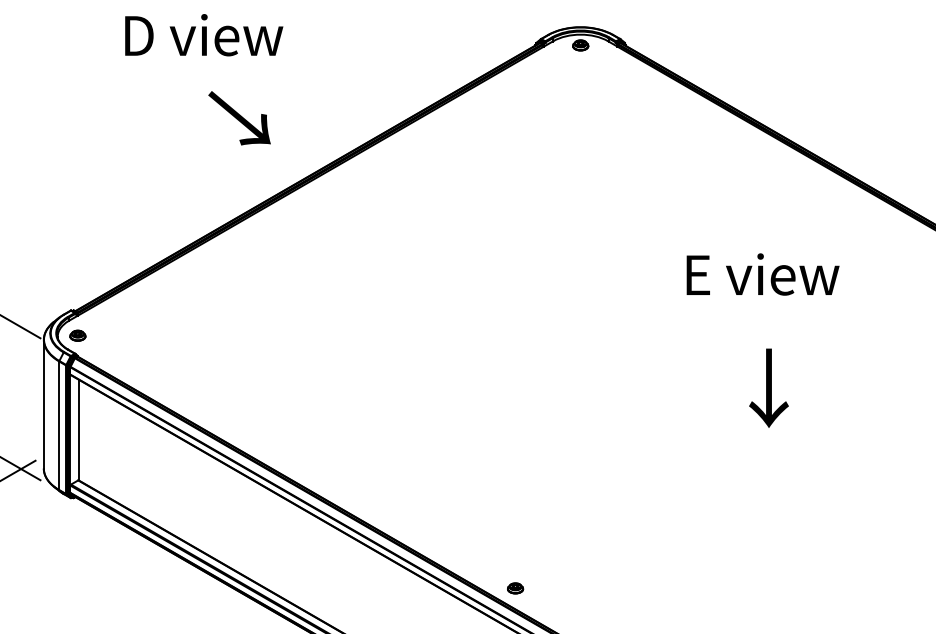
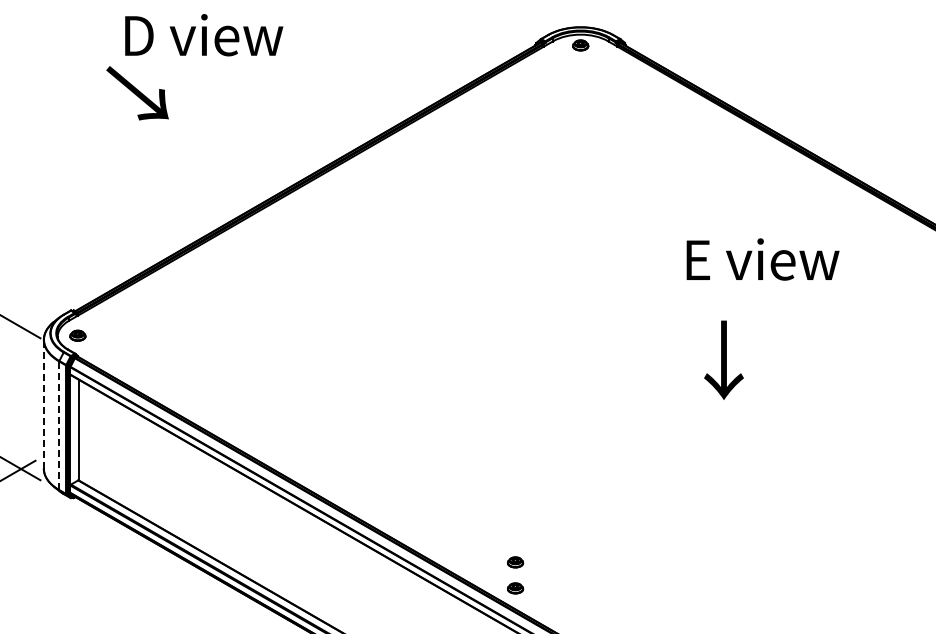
text at (239, 118) position: (239, 118) -> (137, 93)
text at (762, 274) position: (762, 274) -> (762, 259)
text at (768, 387) position: (768, 387) -> (723, 359)
line at (43, 403): solid -> dashed
line at (59, 425): solid -> dashed
part at (515, 562): none -> present
